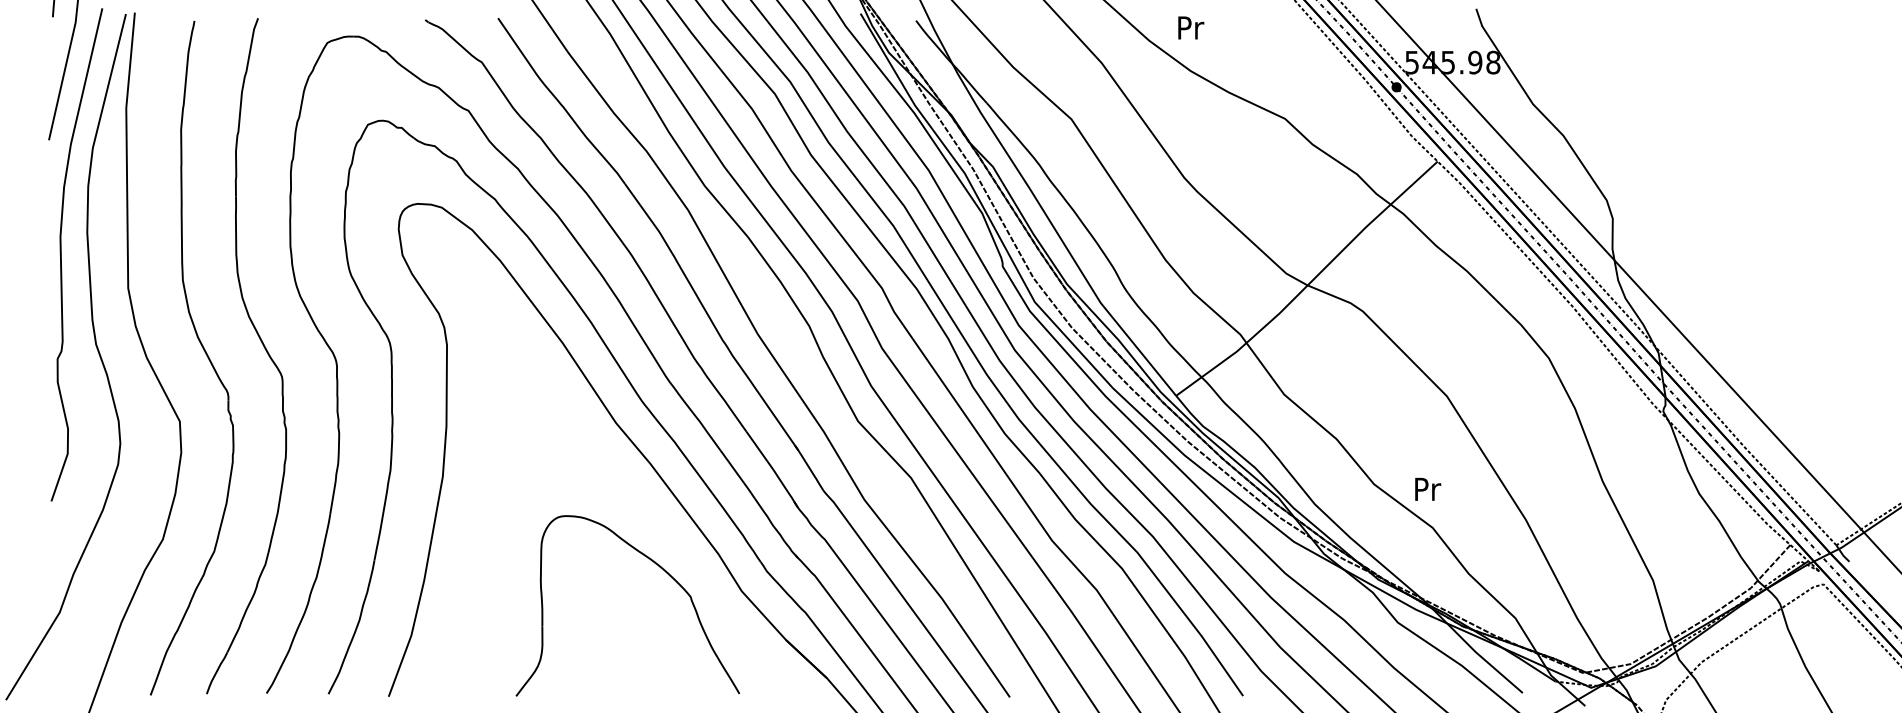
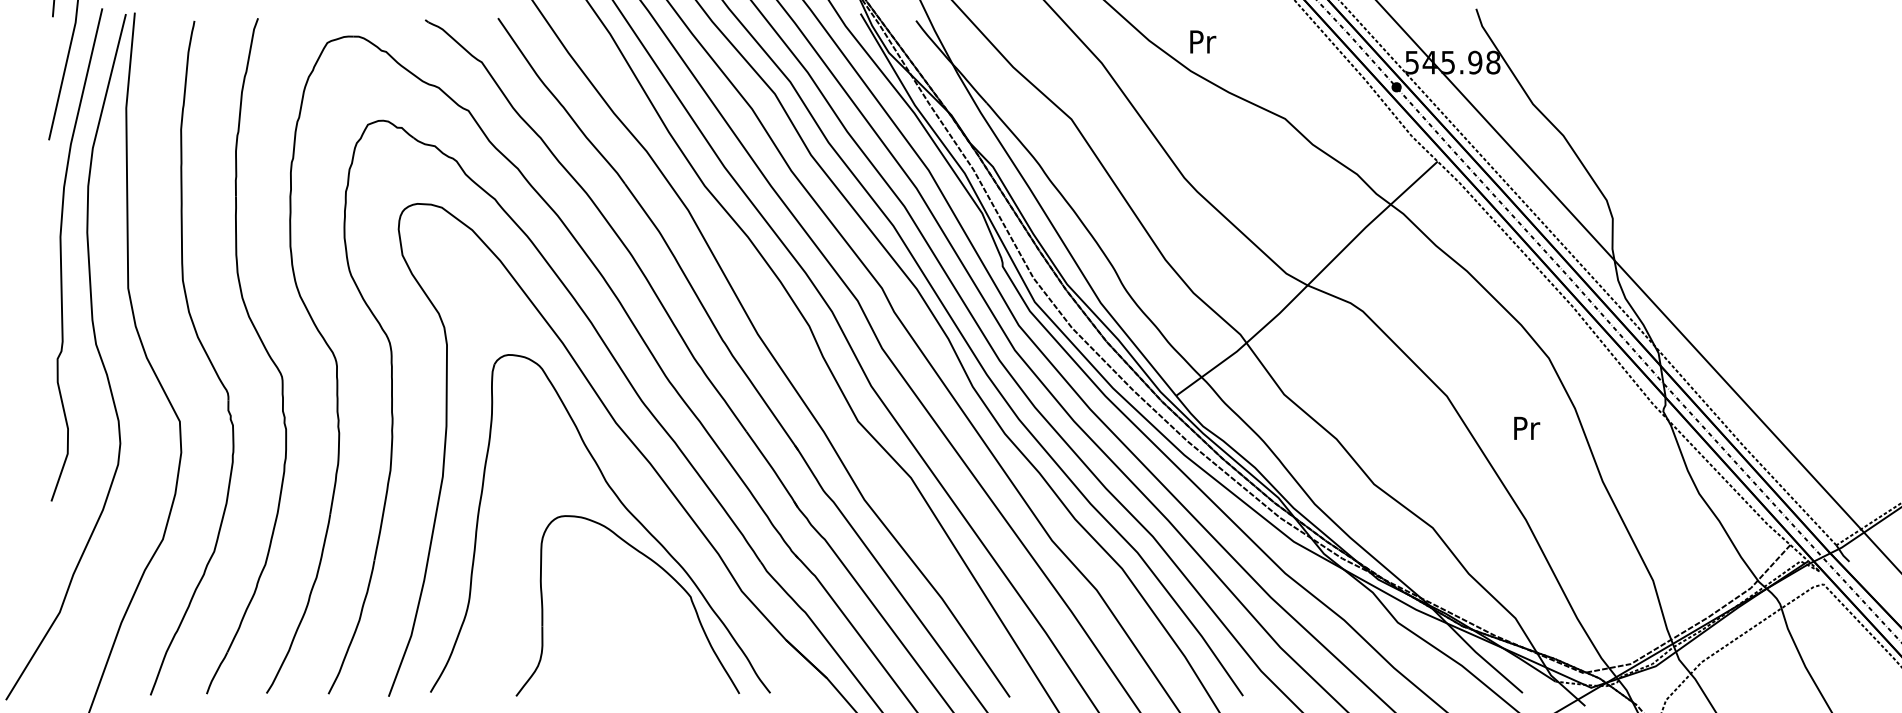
text at (1191, 27) position: (1191, 27) -> (1203, 41)
text at (1428, 488) position: (1428, 488) -> (1527, 427)
part at (621, 504): none -> present
